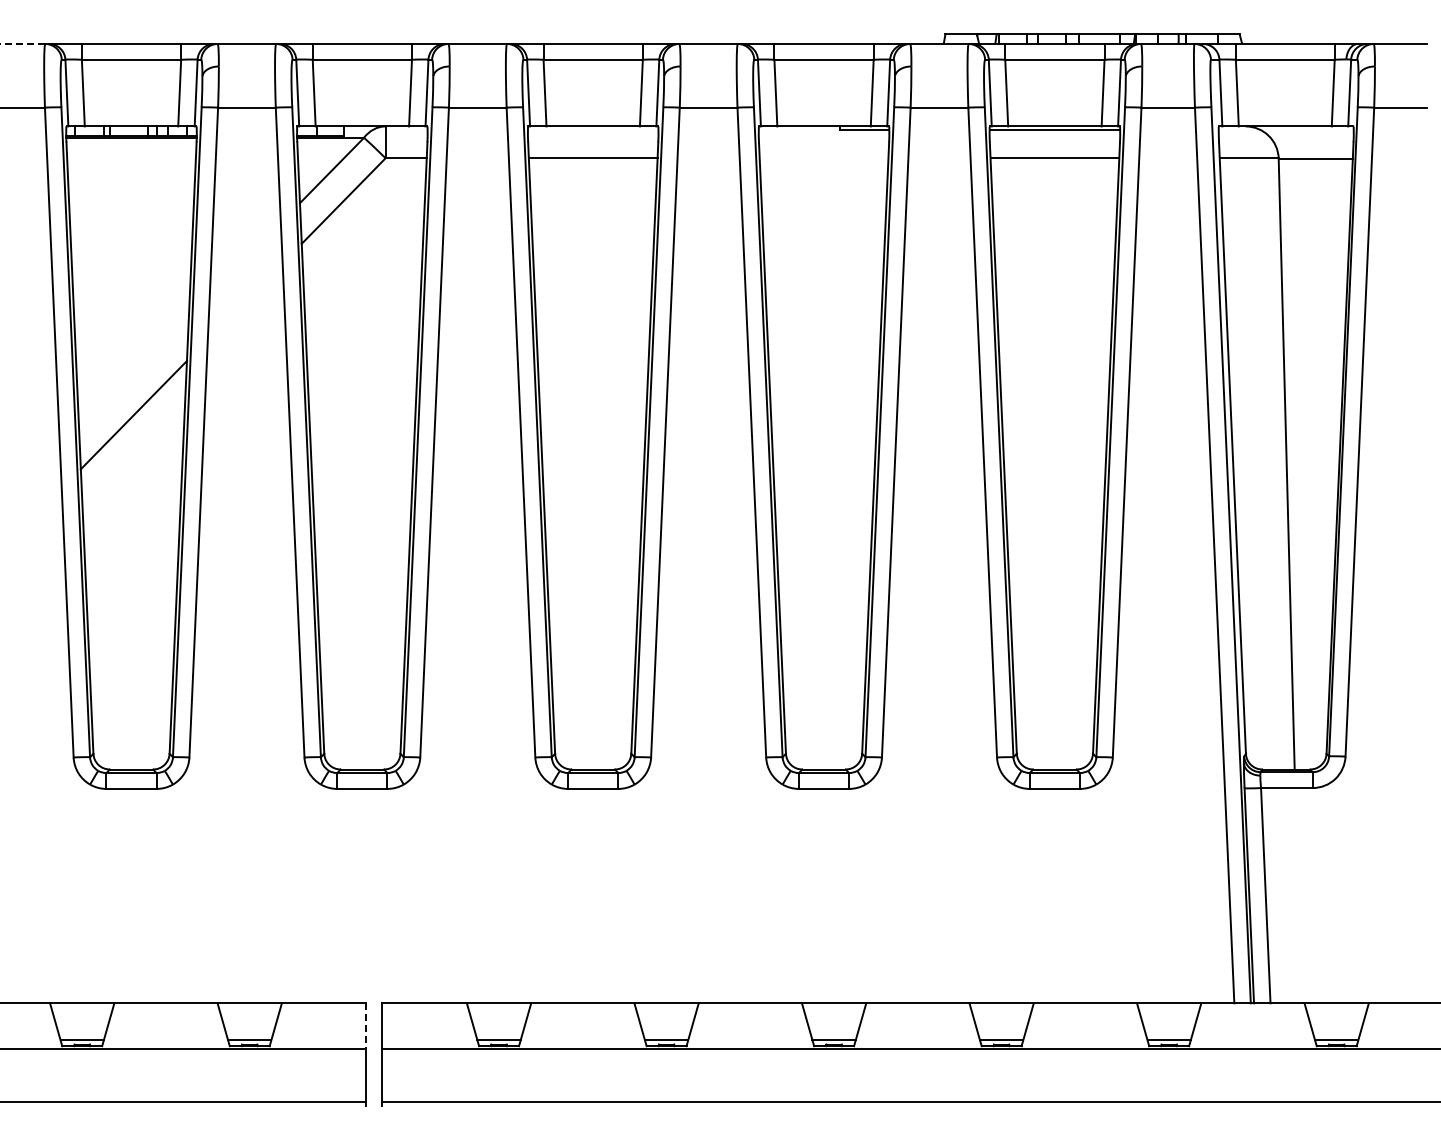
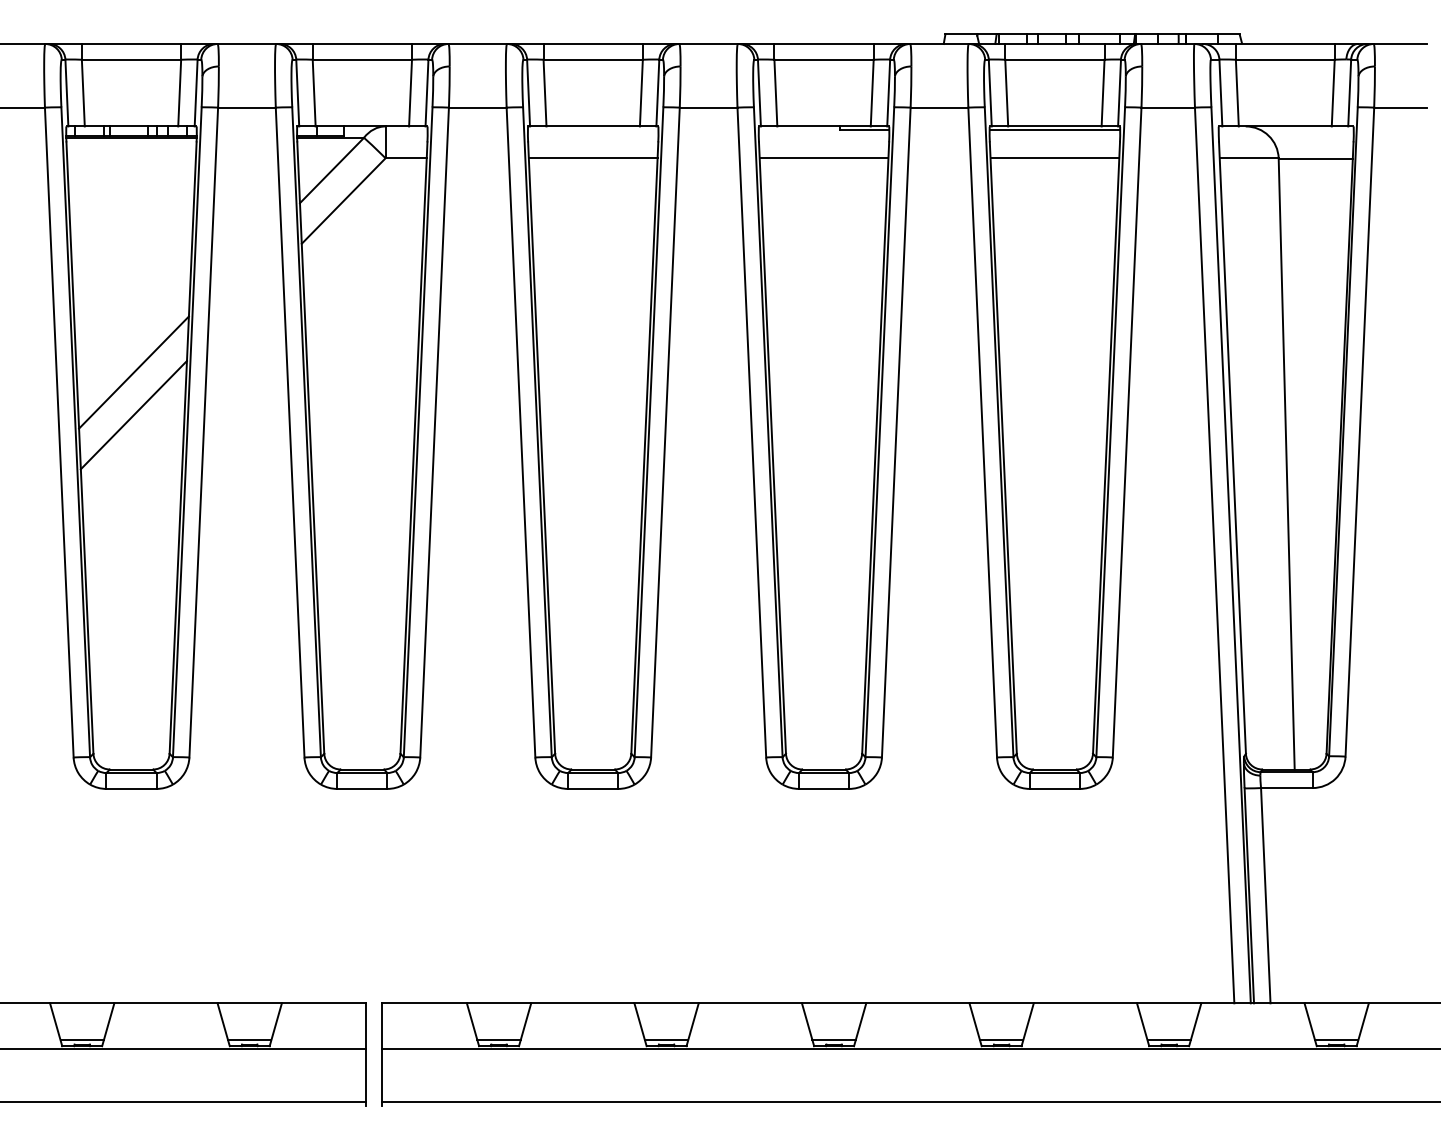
line at (22, 44): dashed -> solid
line at (823, 158): none -> present
line at (133, 372): none -> present
line at (366, 1025): dashed -> solid
